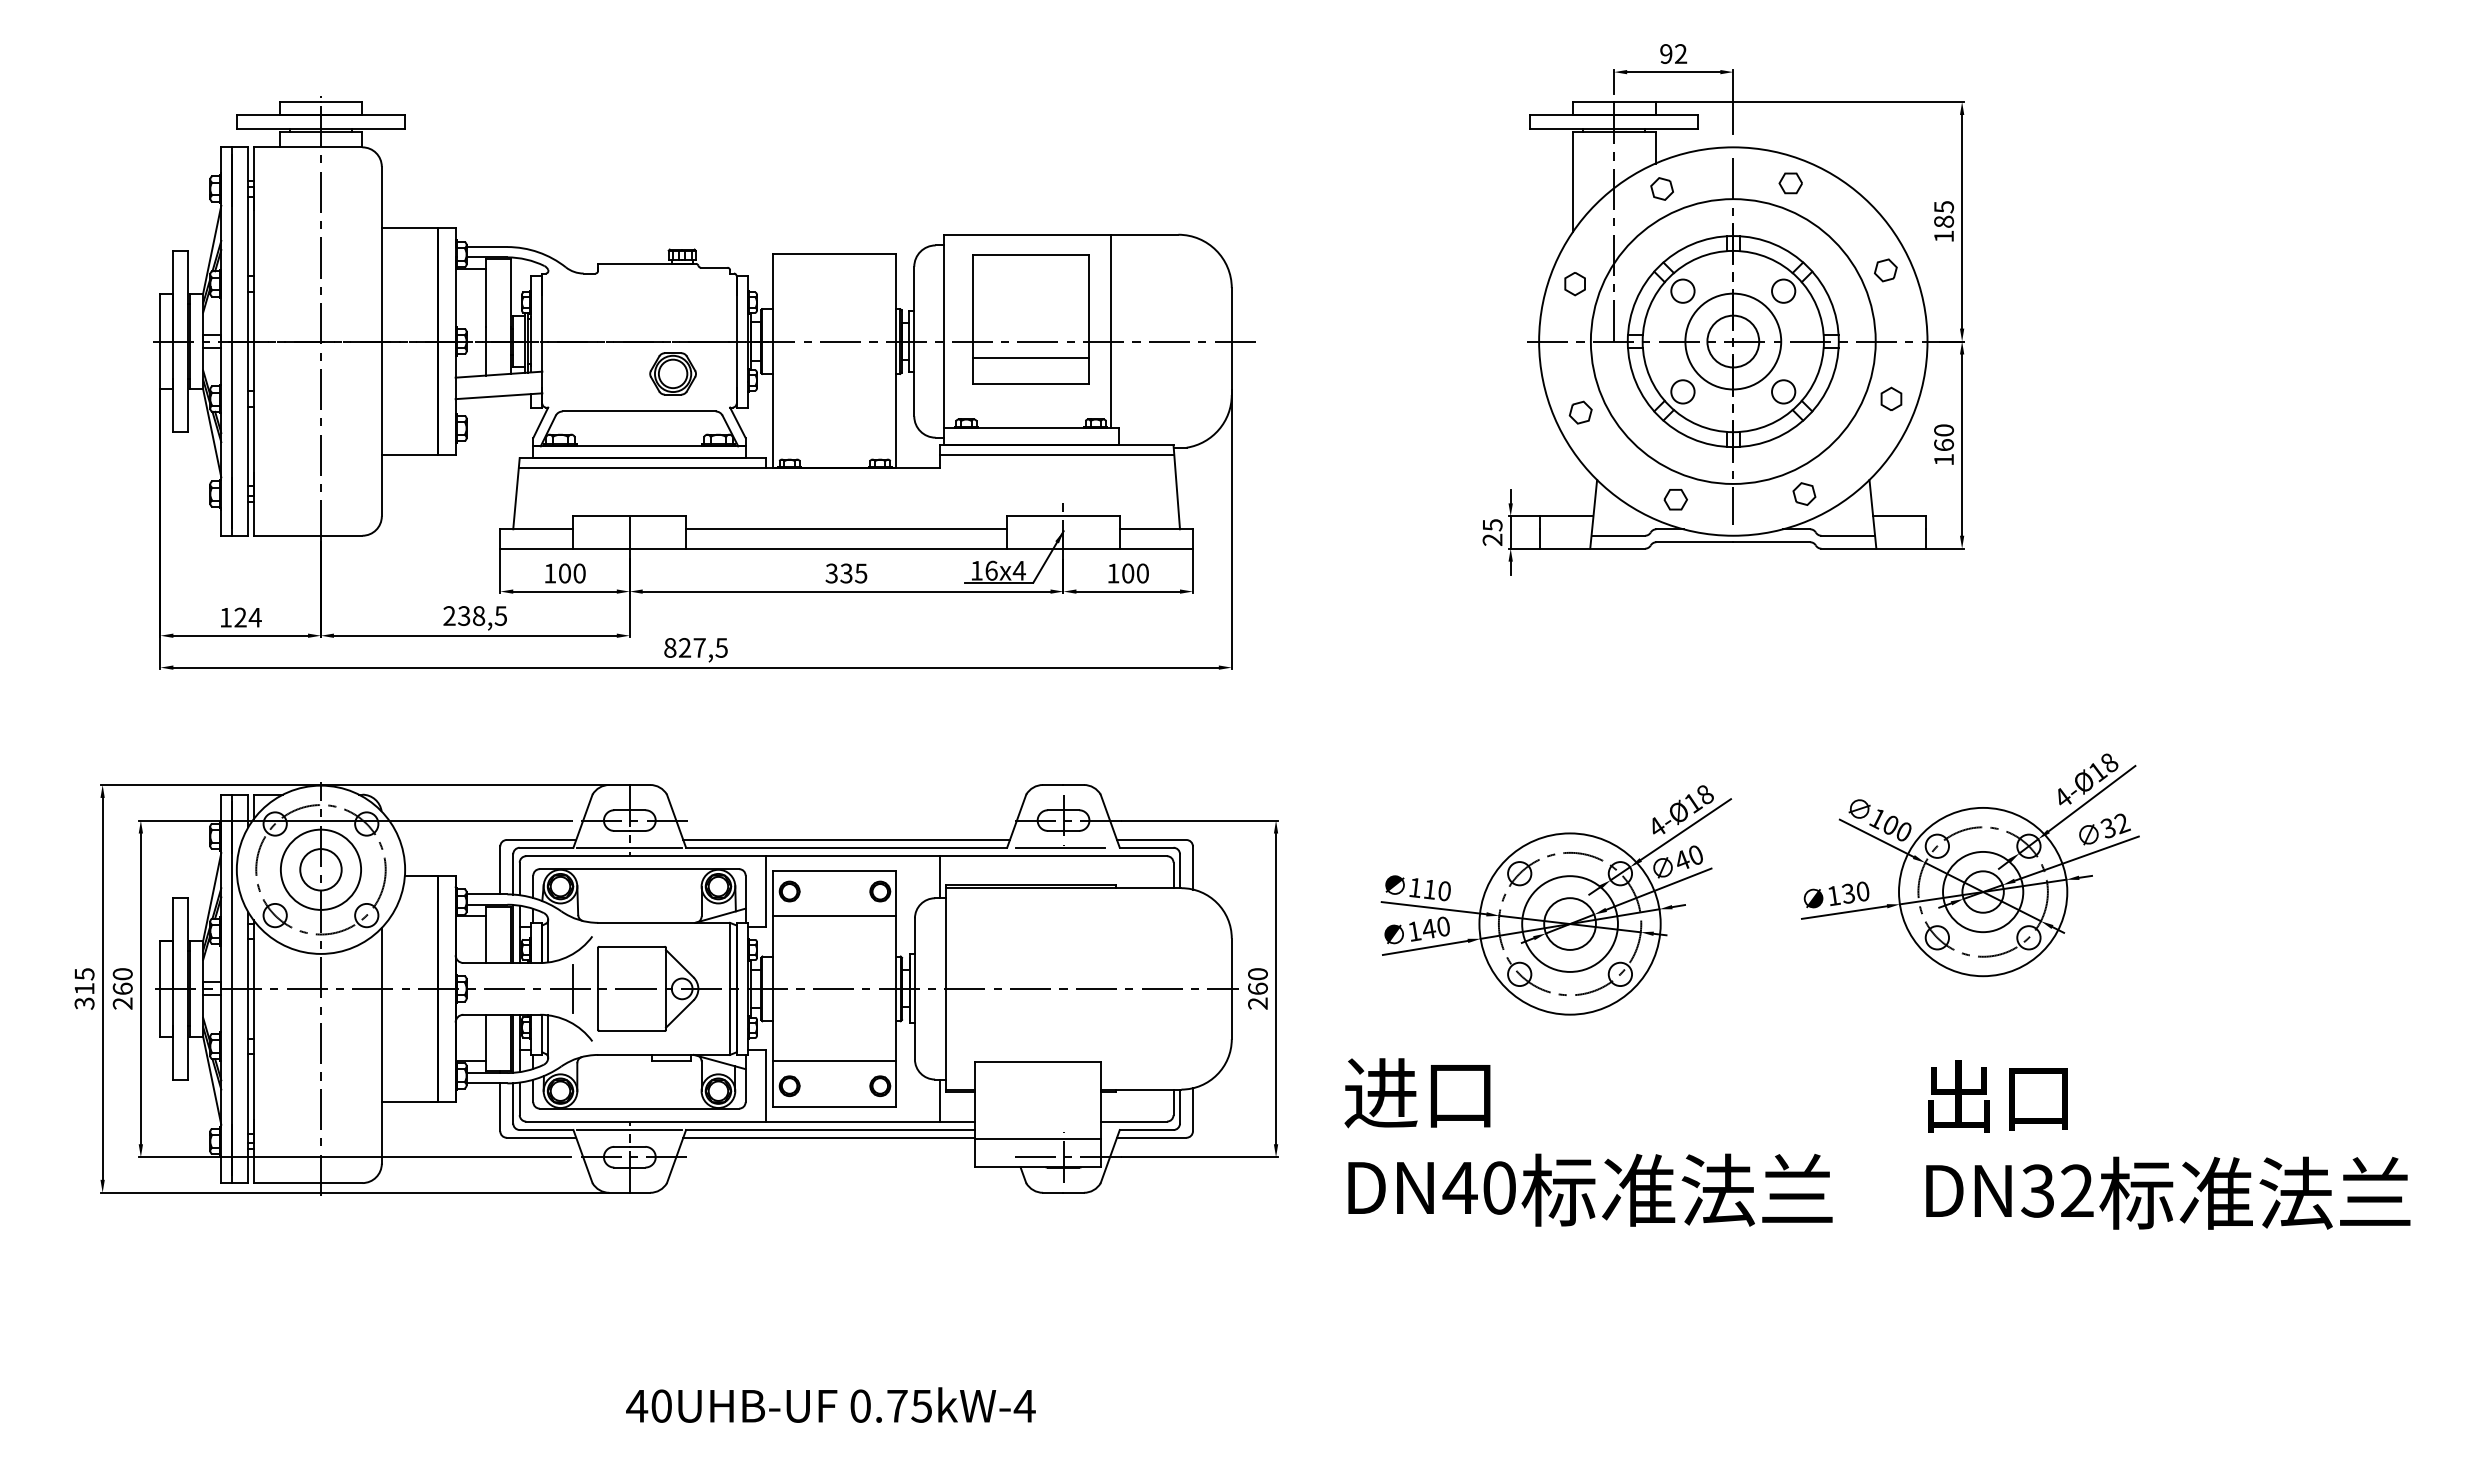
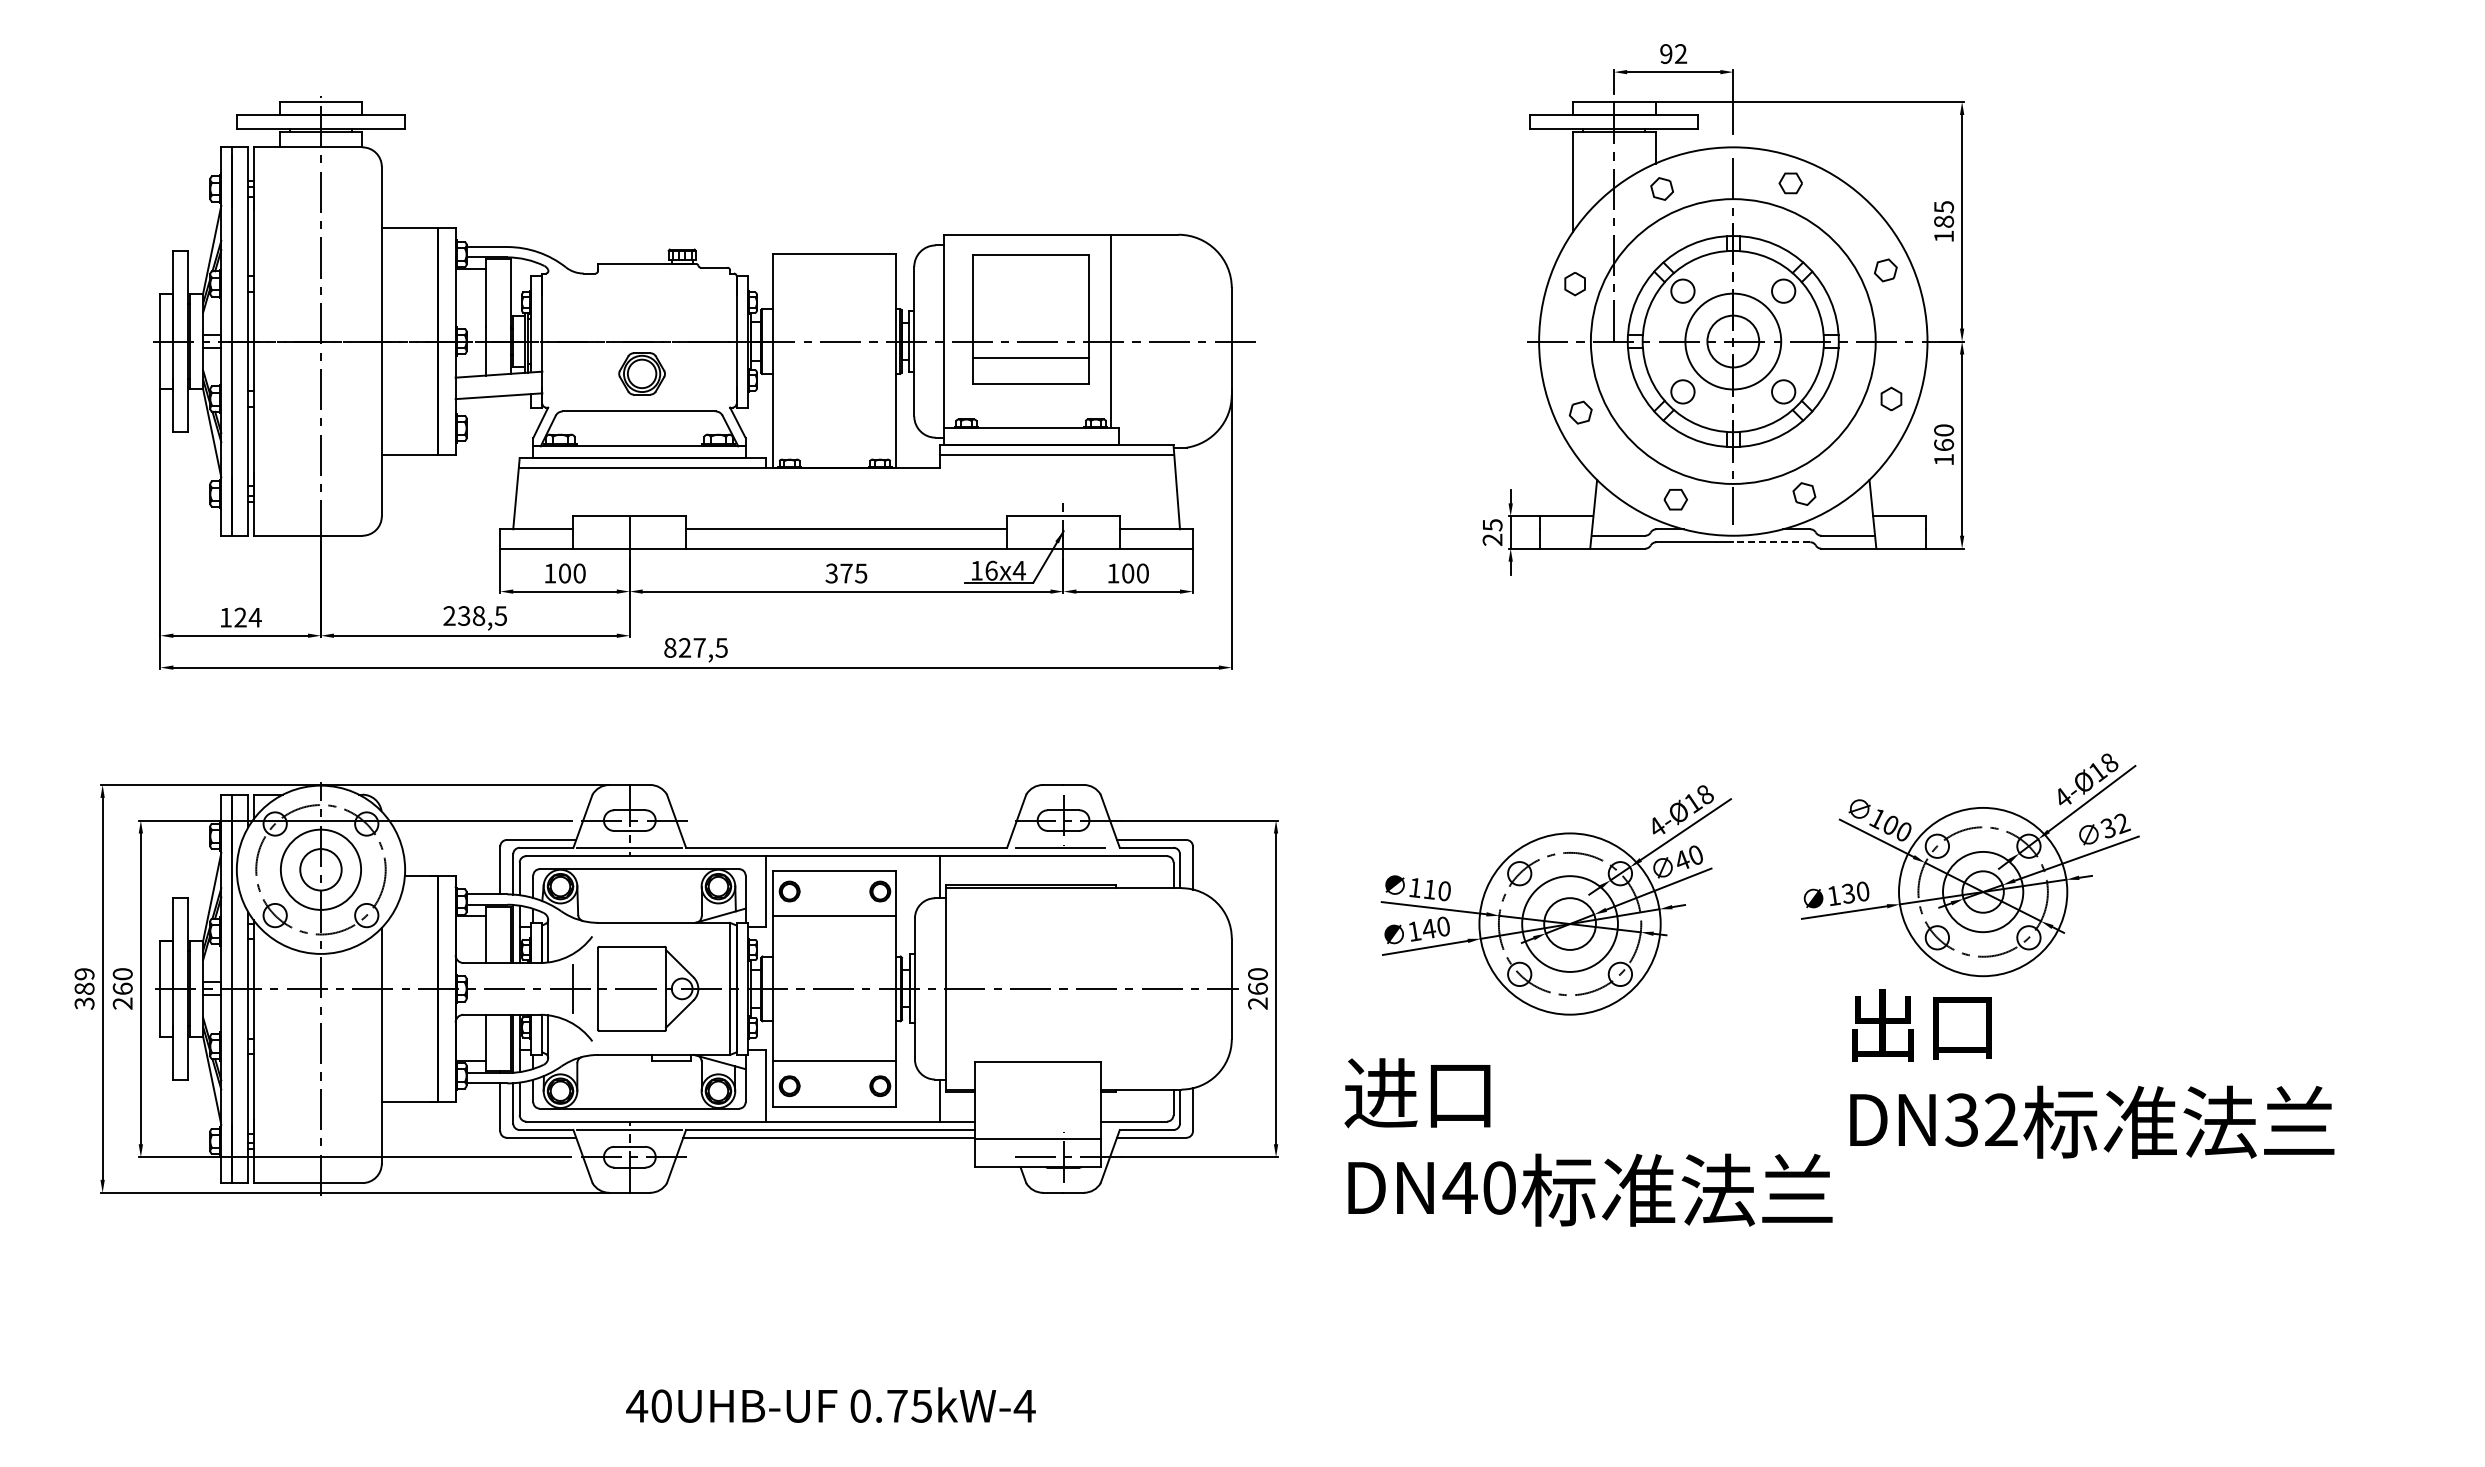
part at (672, 373) position: (672, 373) -> (641, 373)
line at (1771, 542): solid -> dashed
text at (846, 573): 335 -> 375
line at (846, 840): present -> none
text at (84, 981): 315 -> 389
text at (2168, 1144) position: (2168, 1144) -> (2092, 1073)
